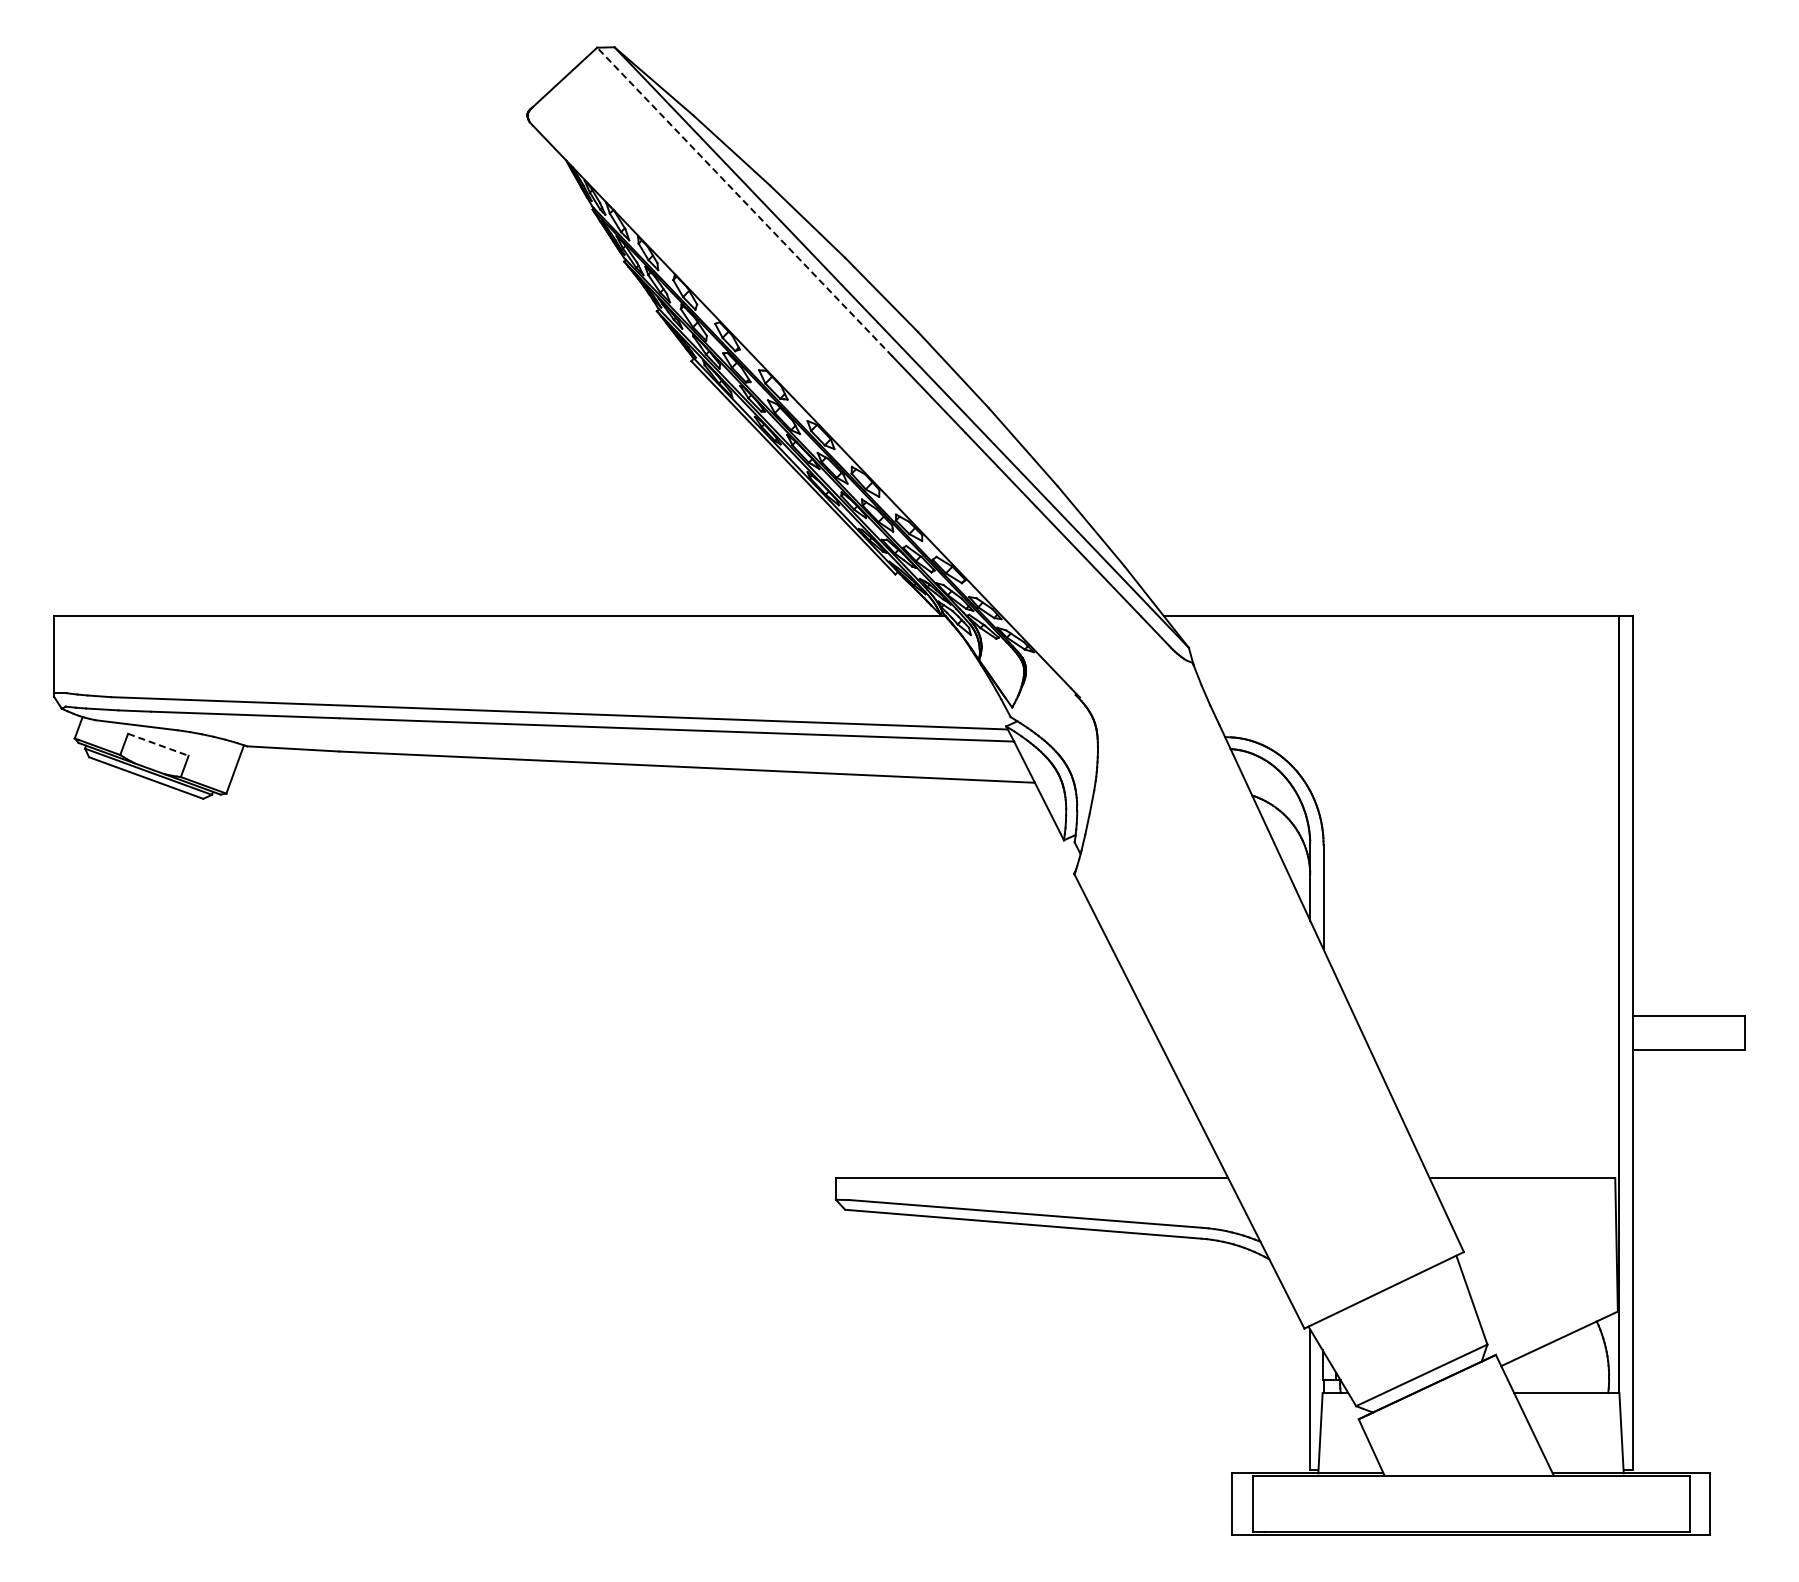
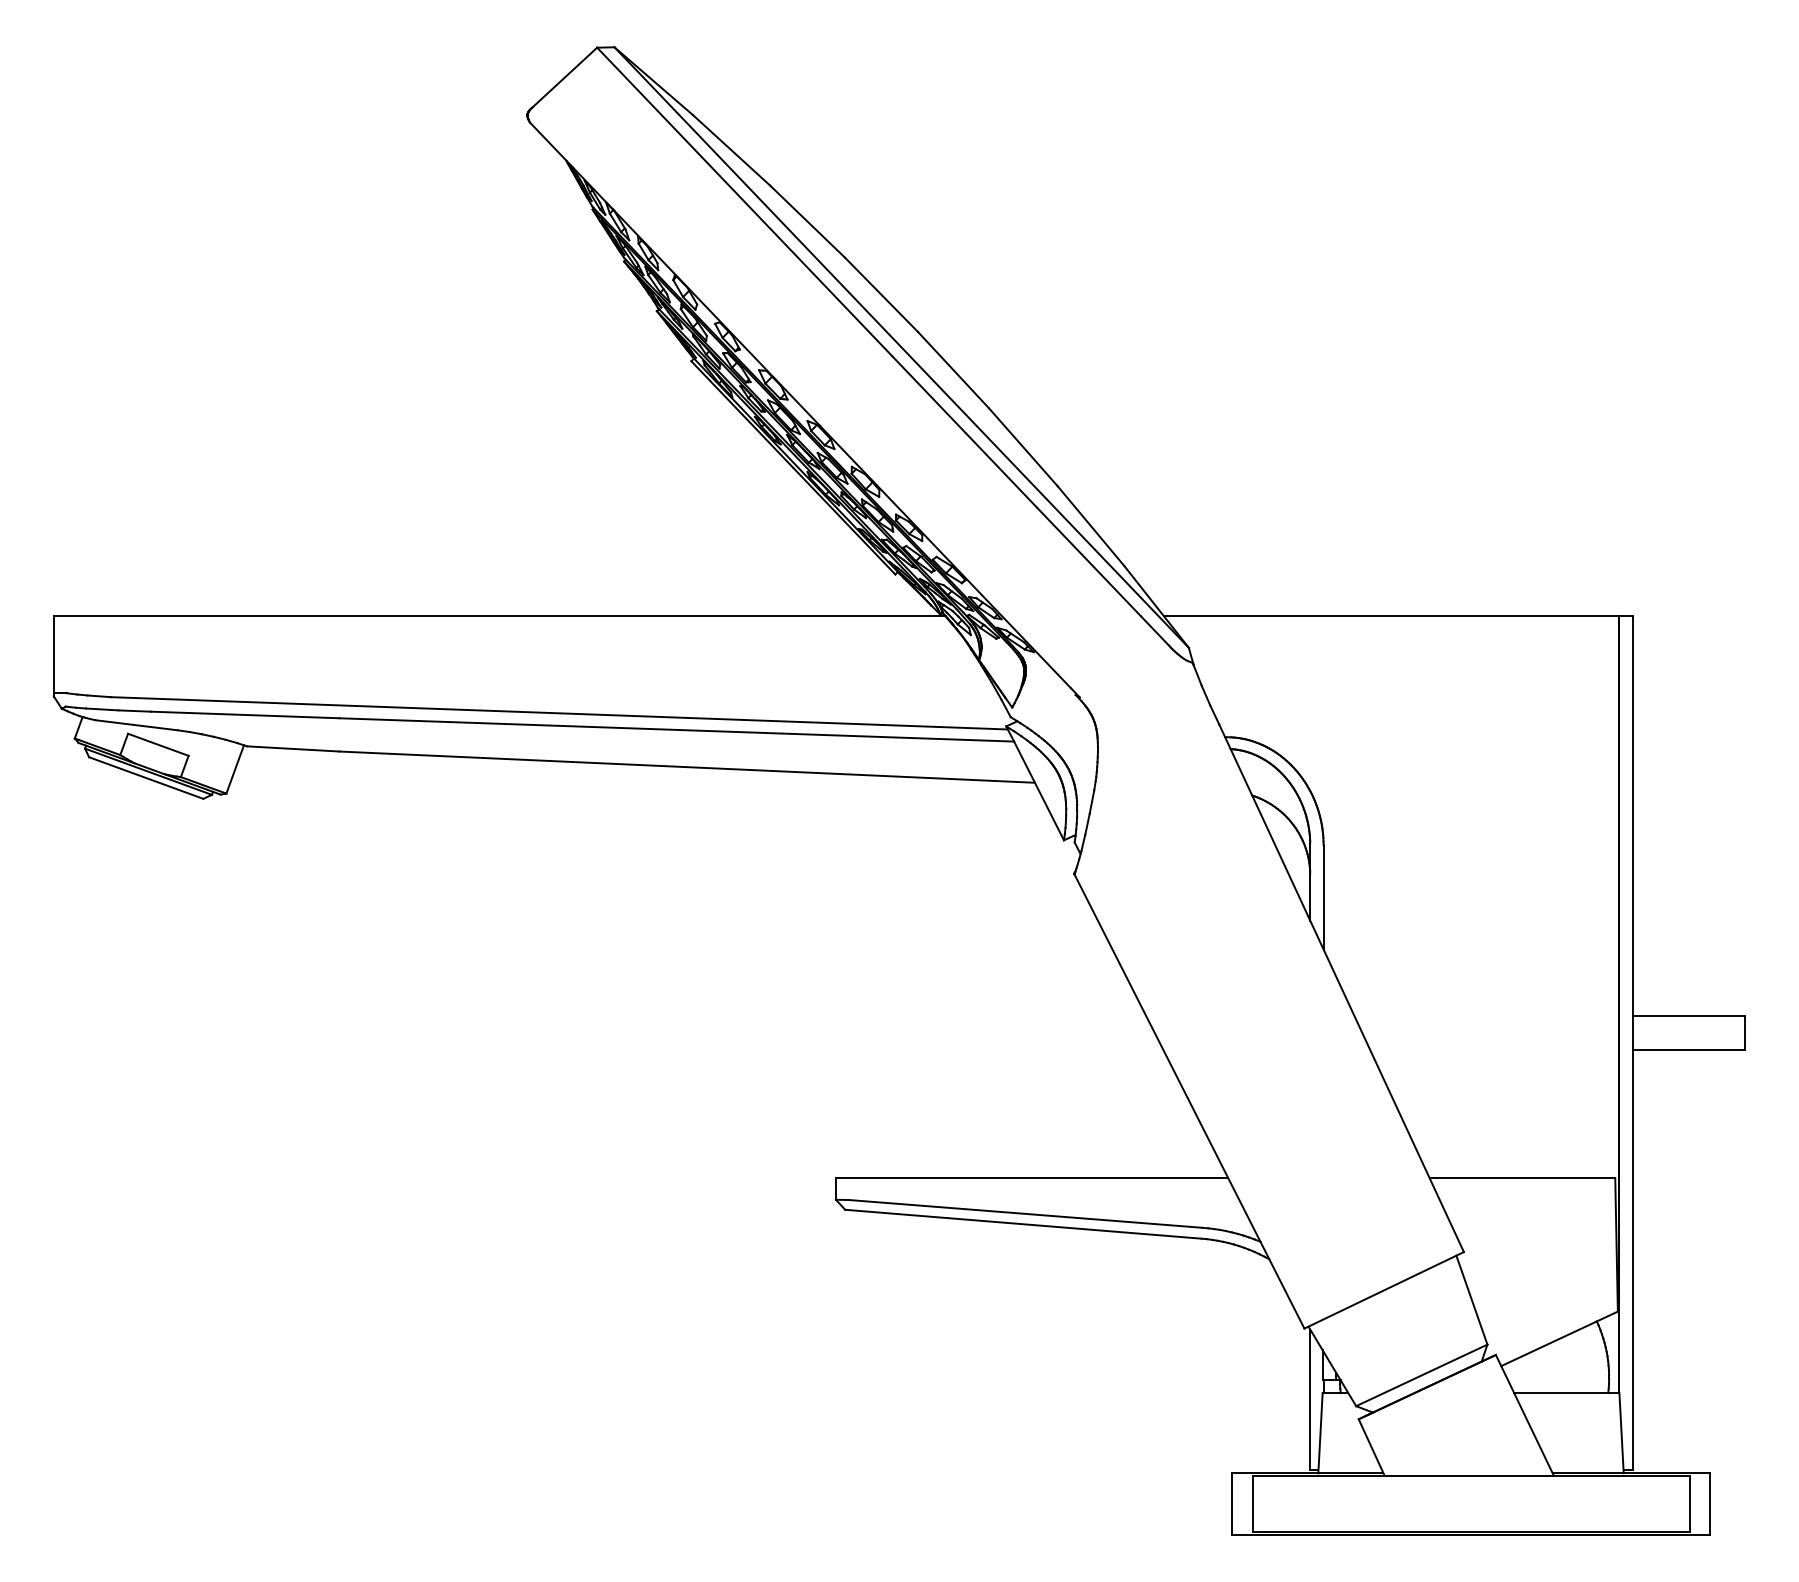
line at (744, 202): dashed -> solid
line at (158, 744): dashed -> solid
